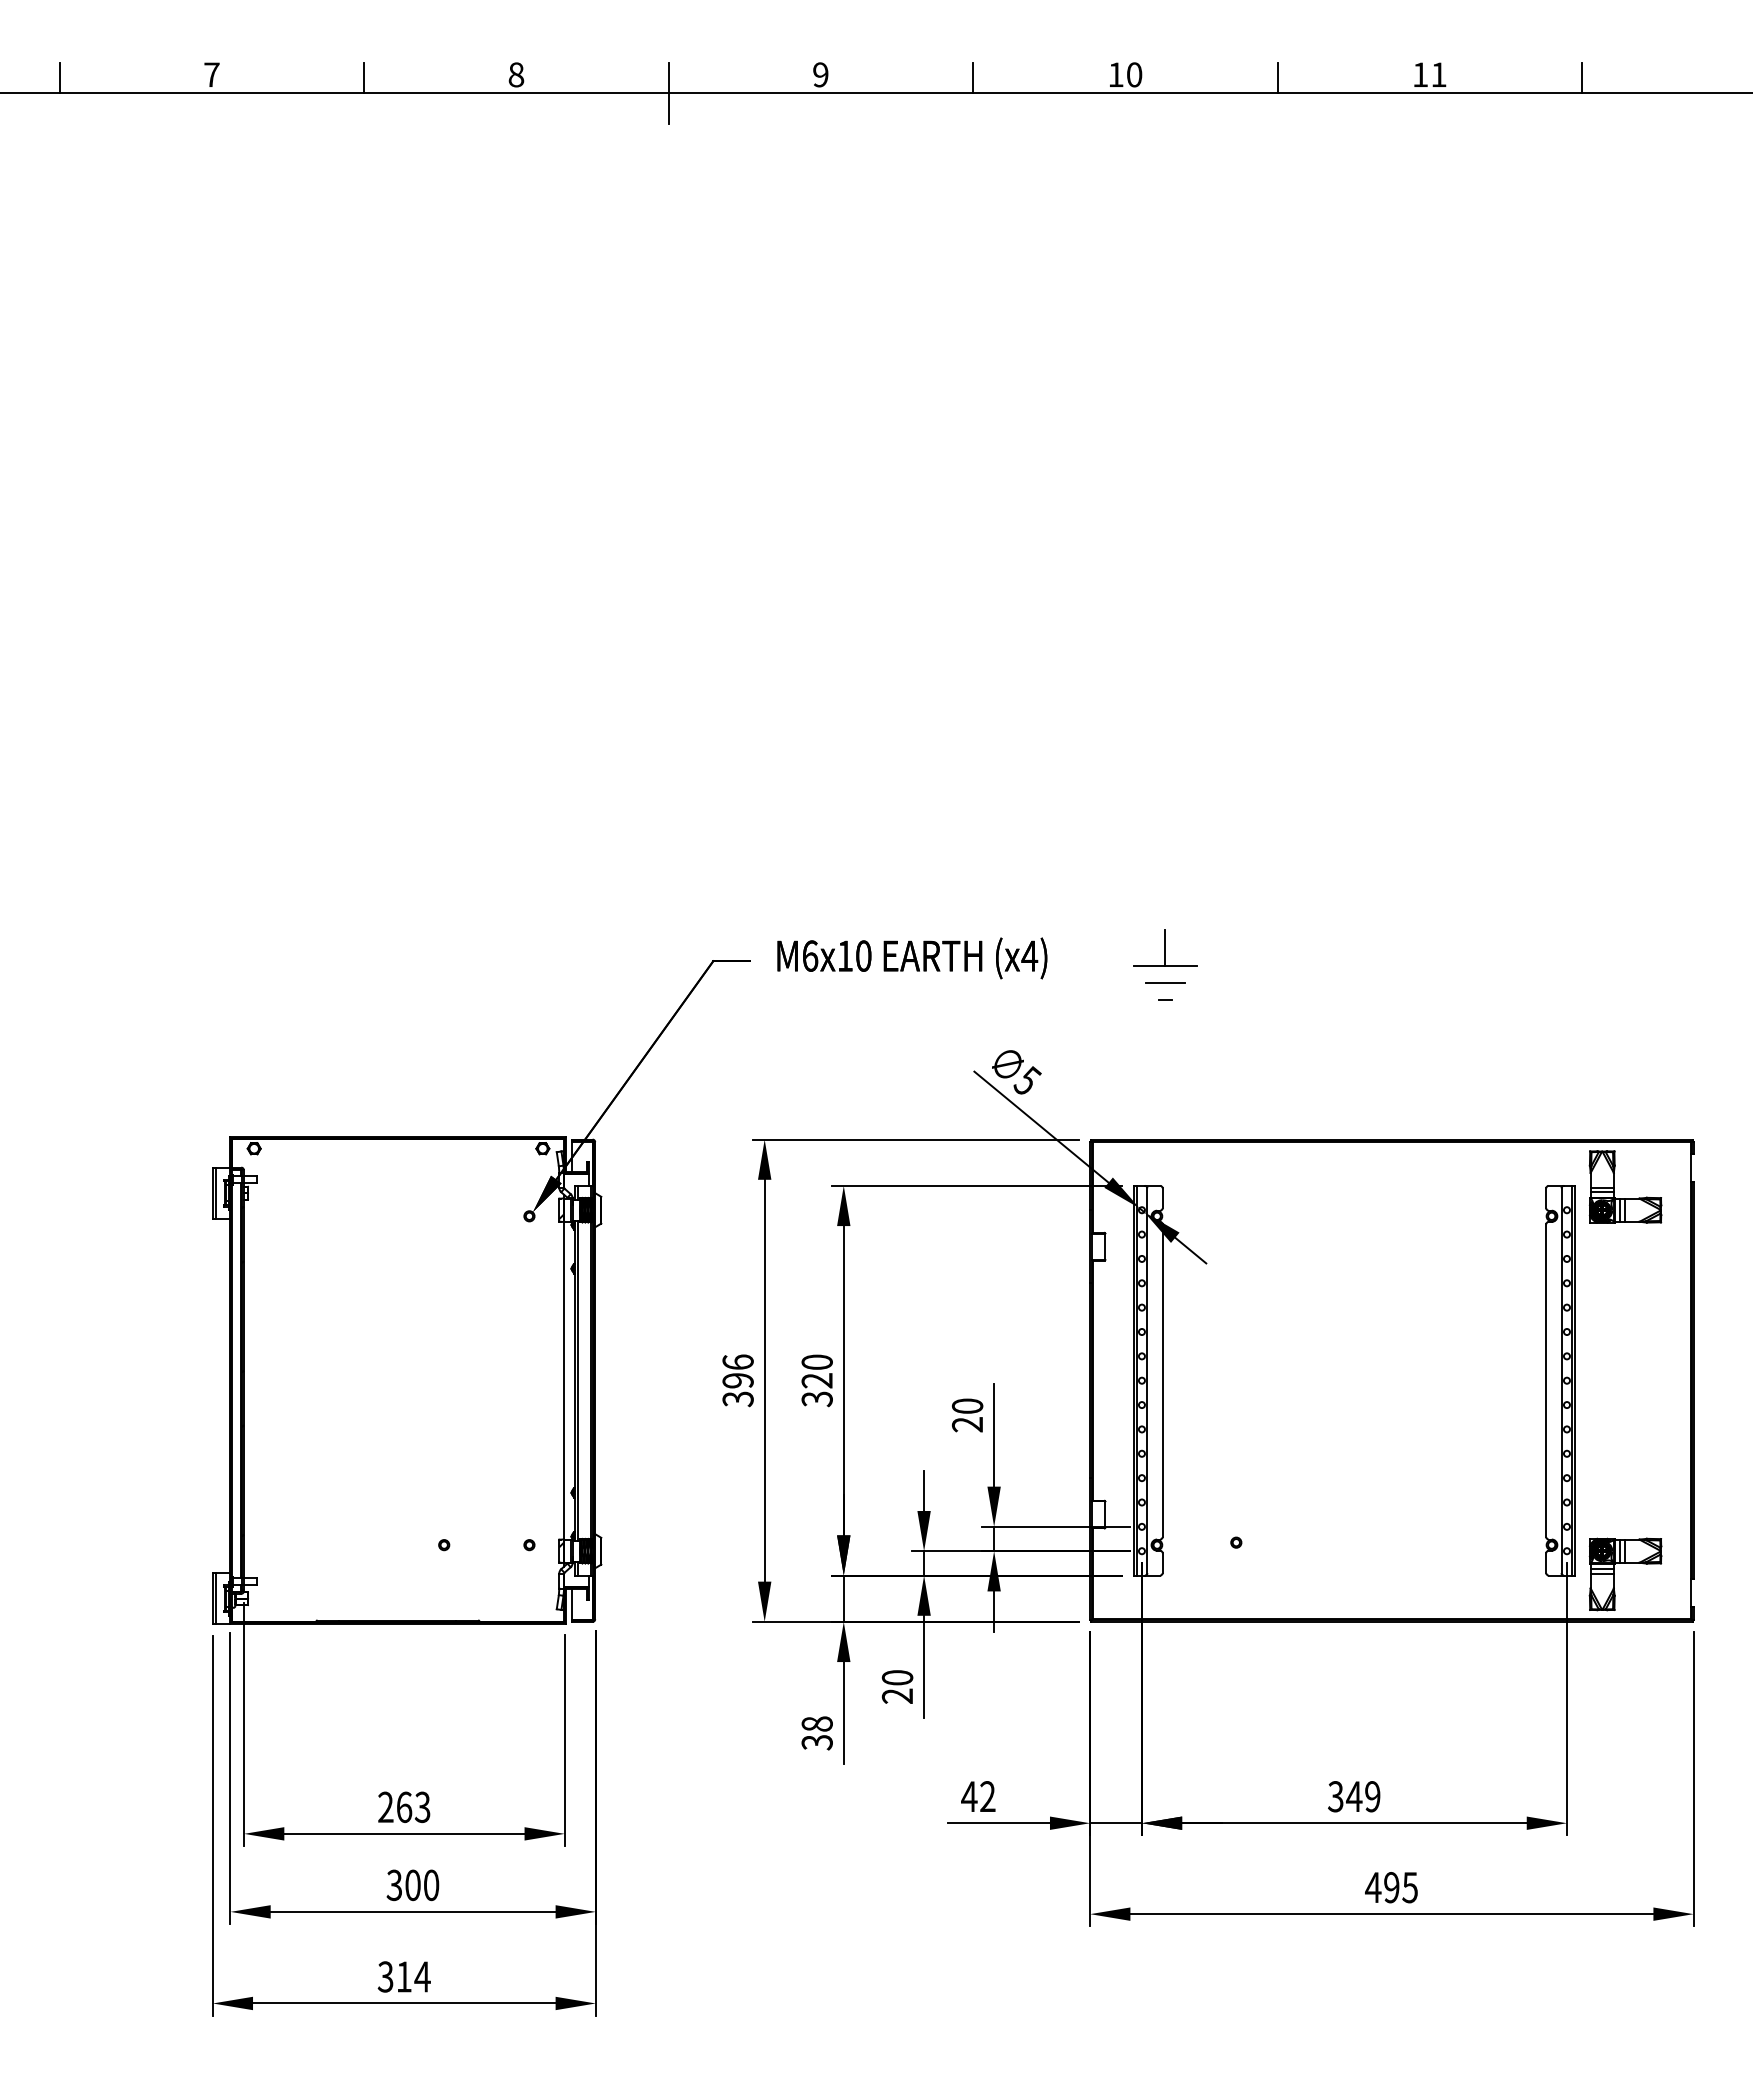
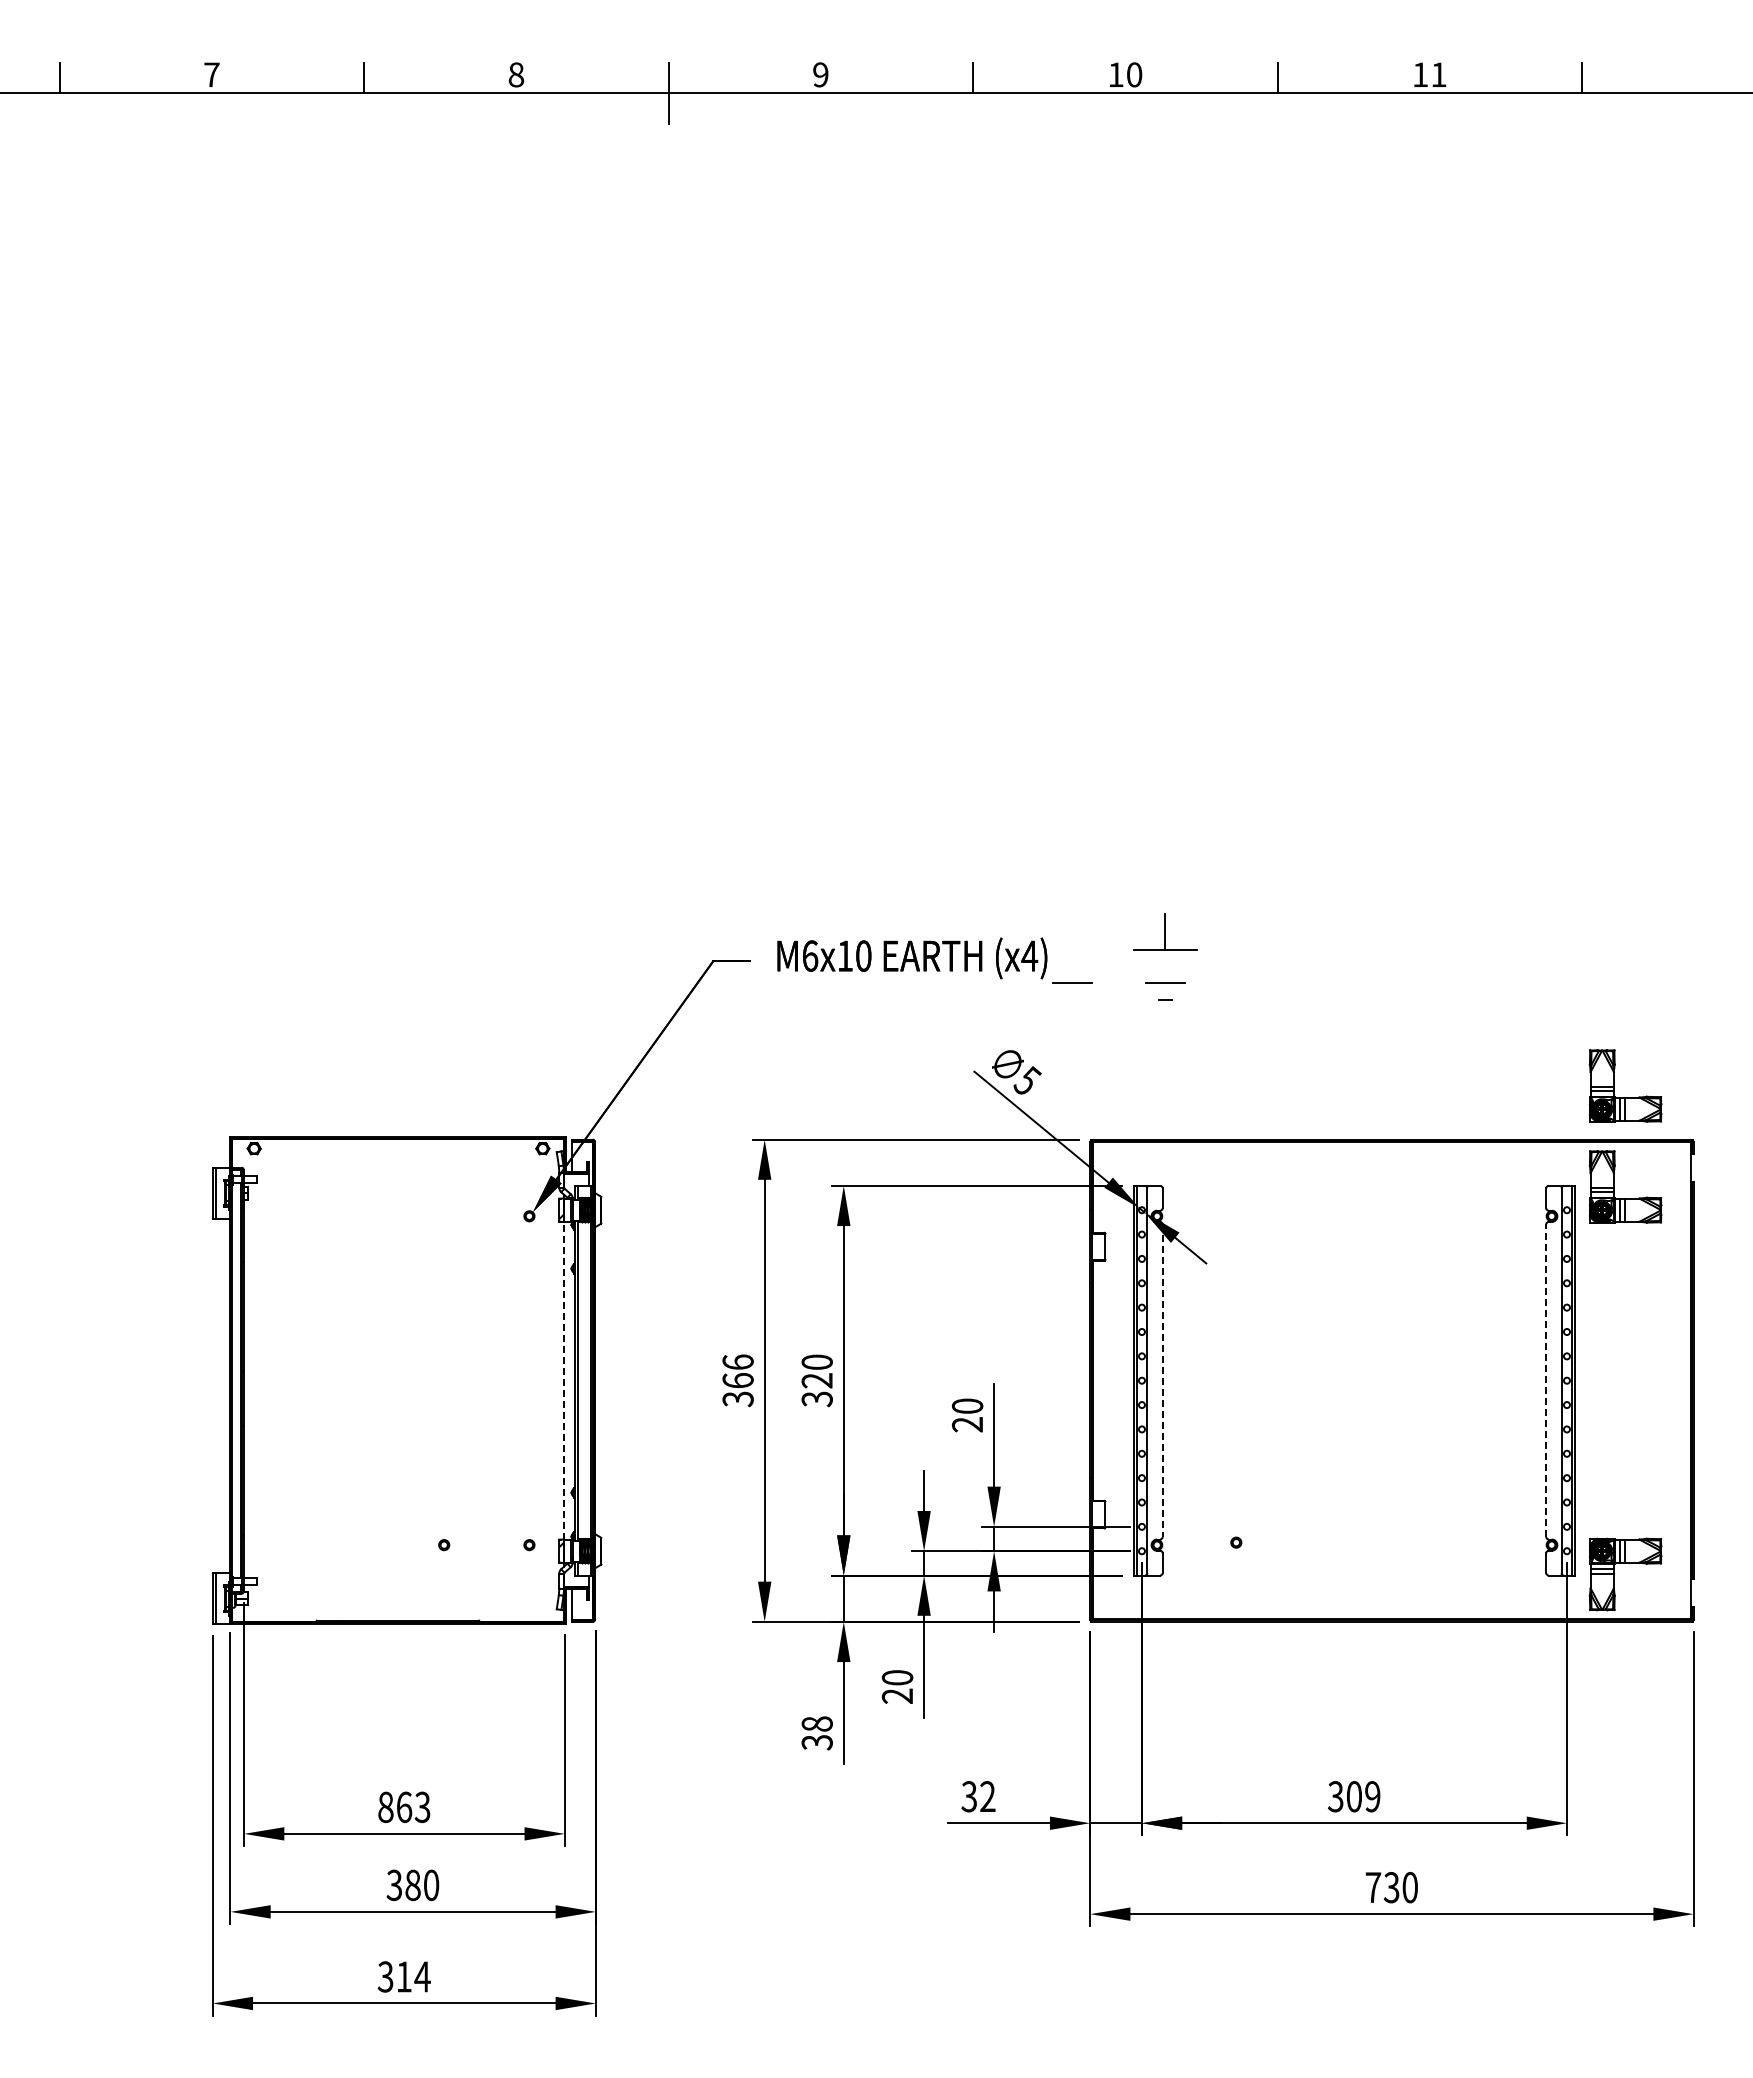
part at (1165, 947) position: (1165, 947) -> (1165, 931)
line at (1072, 982): none -> present
part at (1614, 1085): none -> present
line at (564, 1380): solid -> dashed
text at (737, 1380): 396 -> 366
line at (1546, 1380): solid -> dashed
line at (1162, 1381): solid -> dashed
text at (969, 1796): 42 -> 32
text at (1354, 1796): 349 -> 309
text at (385, 1807): 263 -> 863
text at (412, 1885): 300 -> 380
text at (1391, 1887): 495 -> 730
